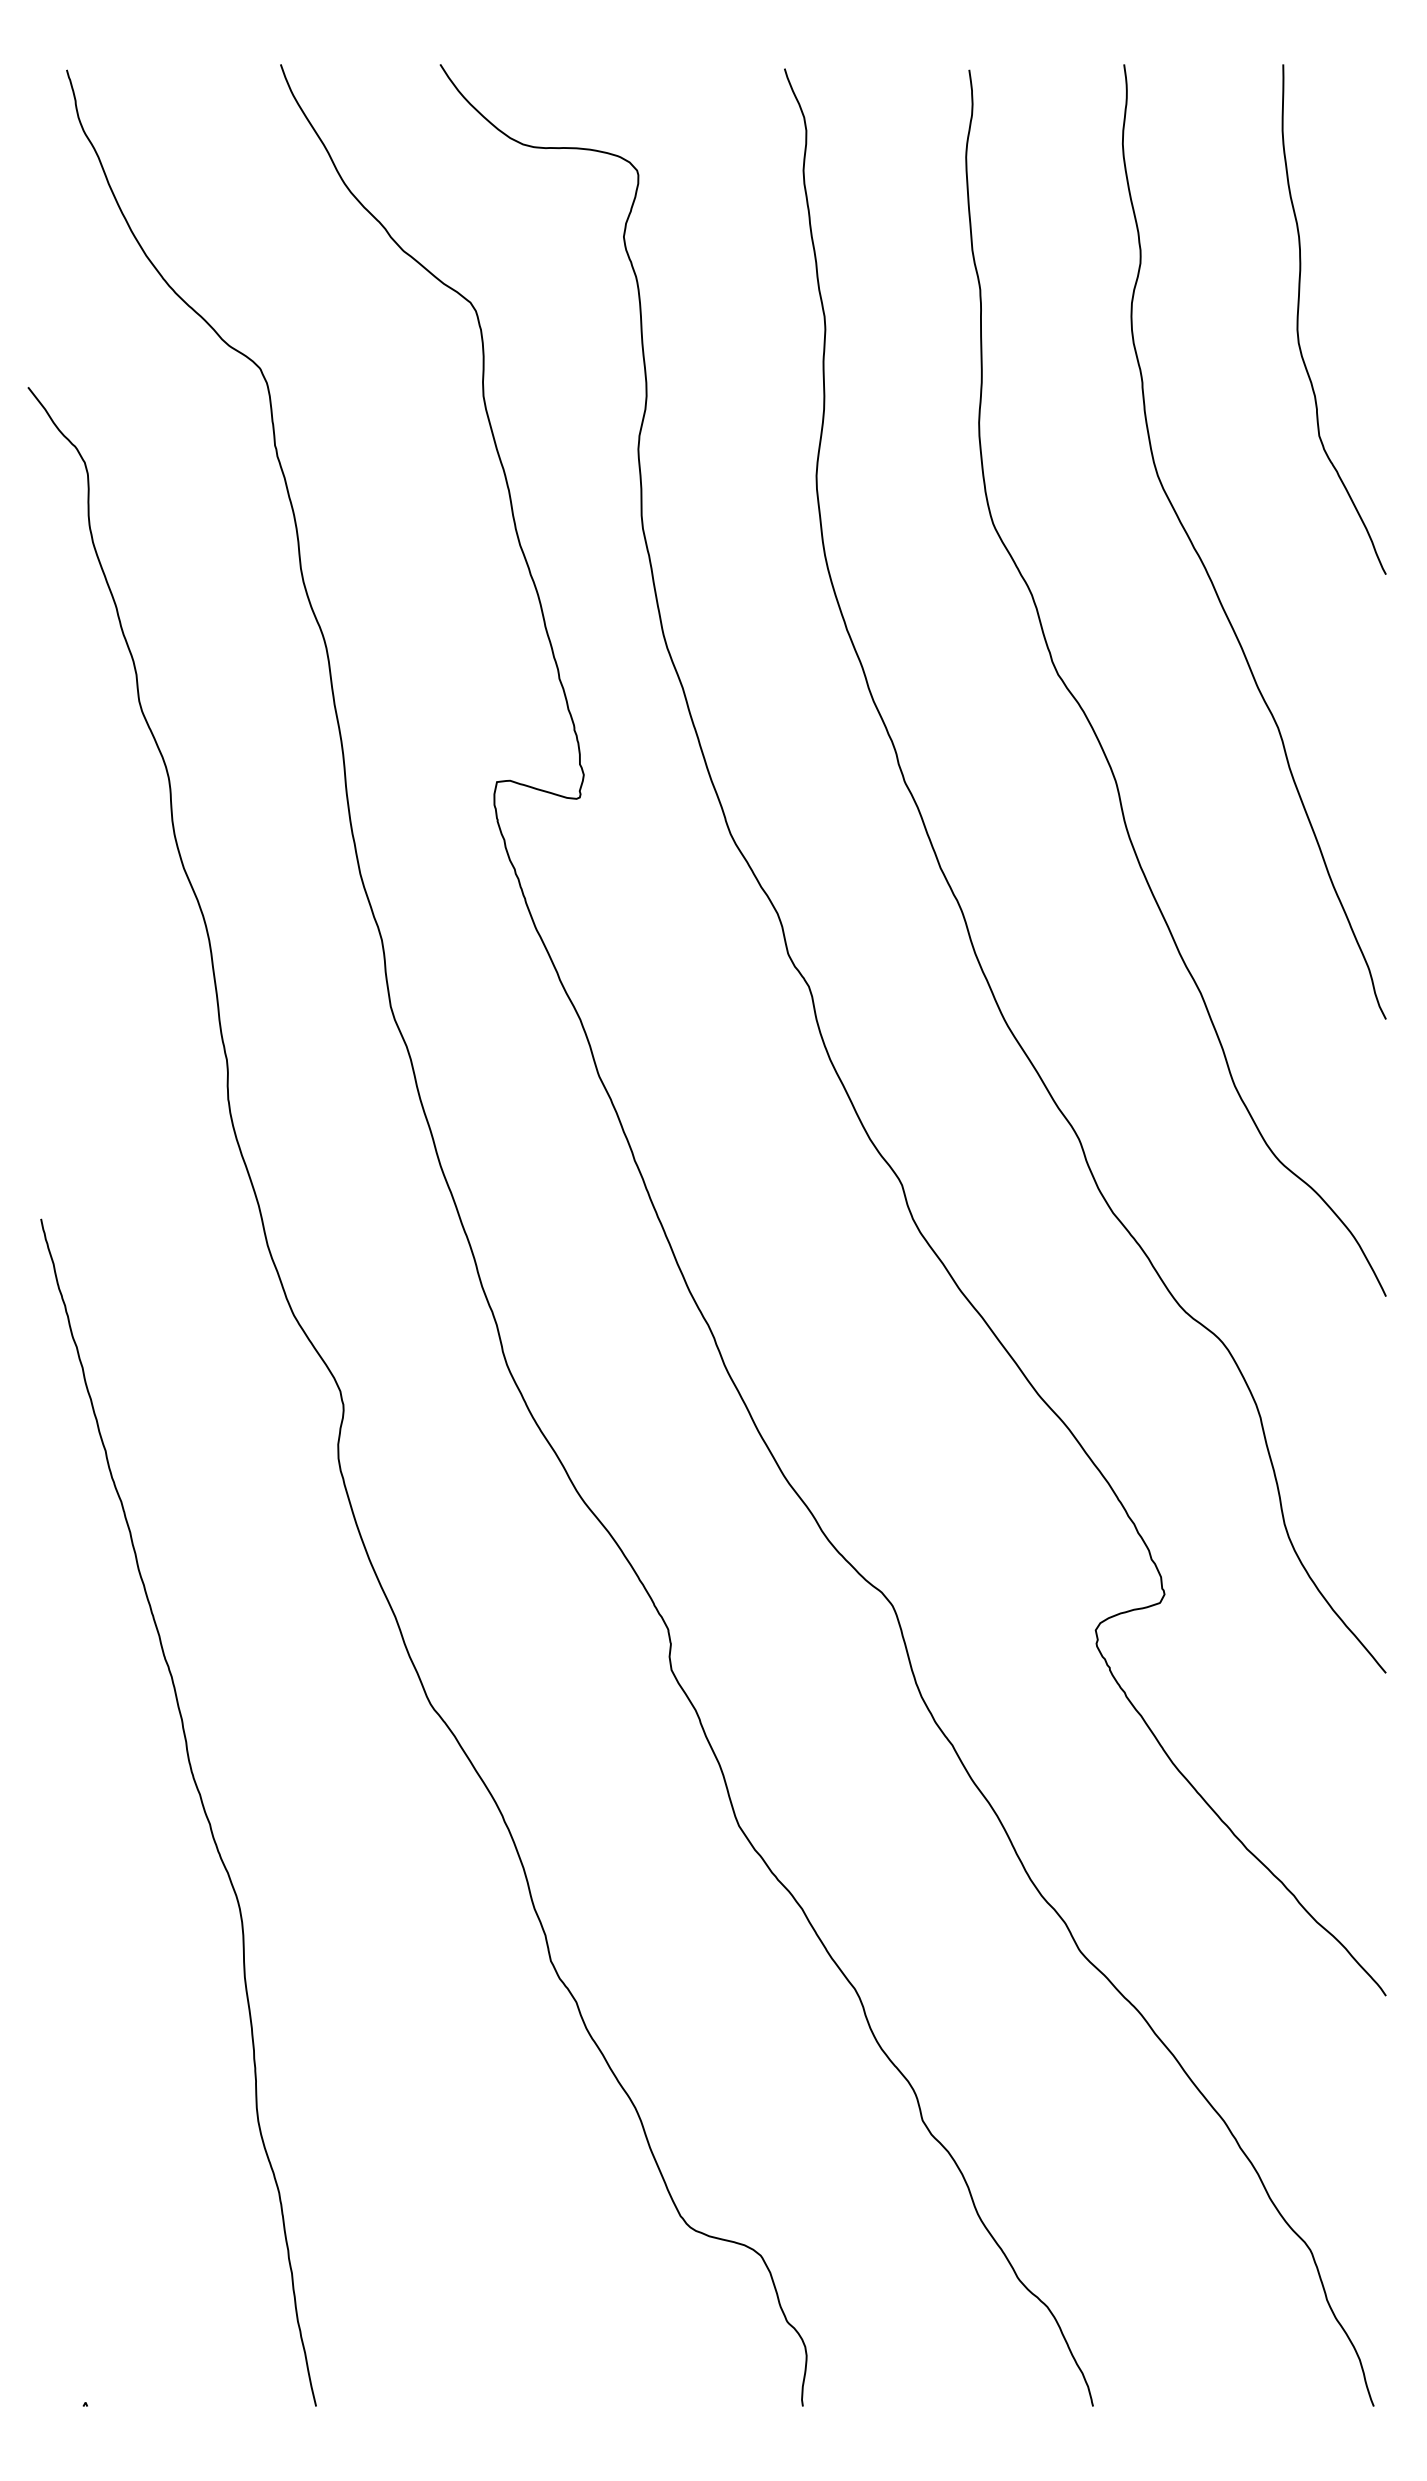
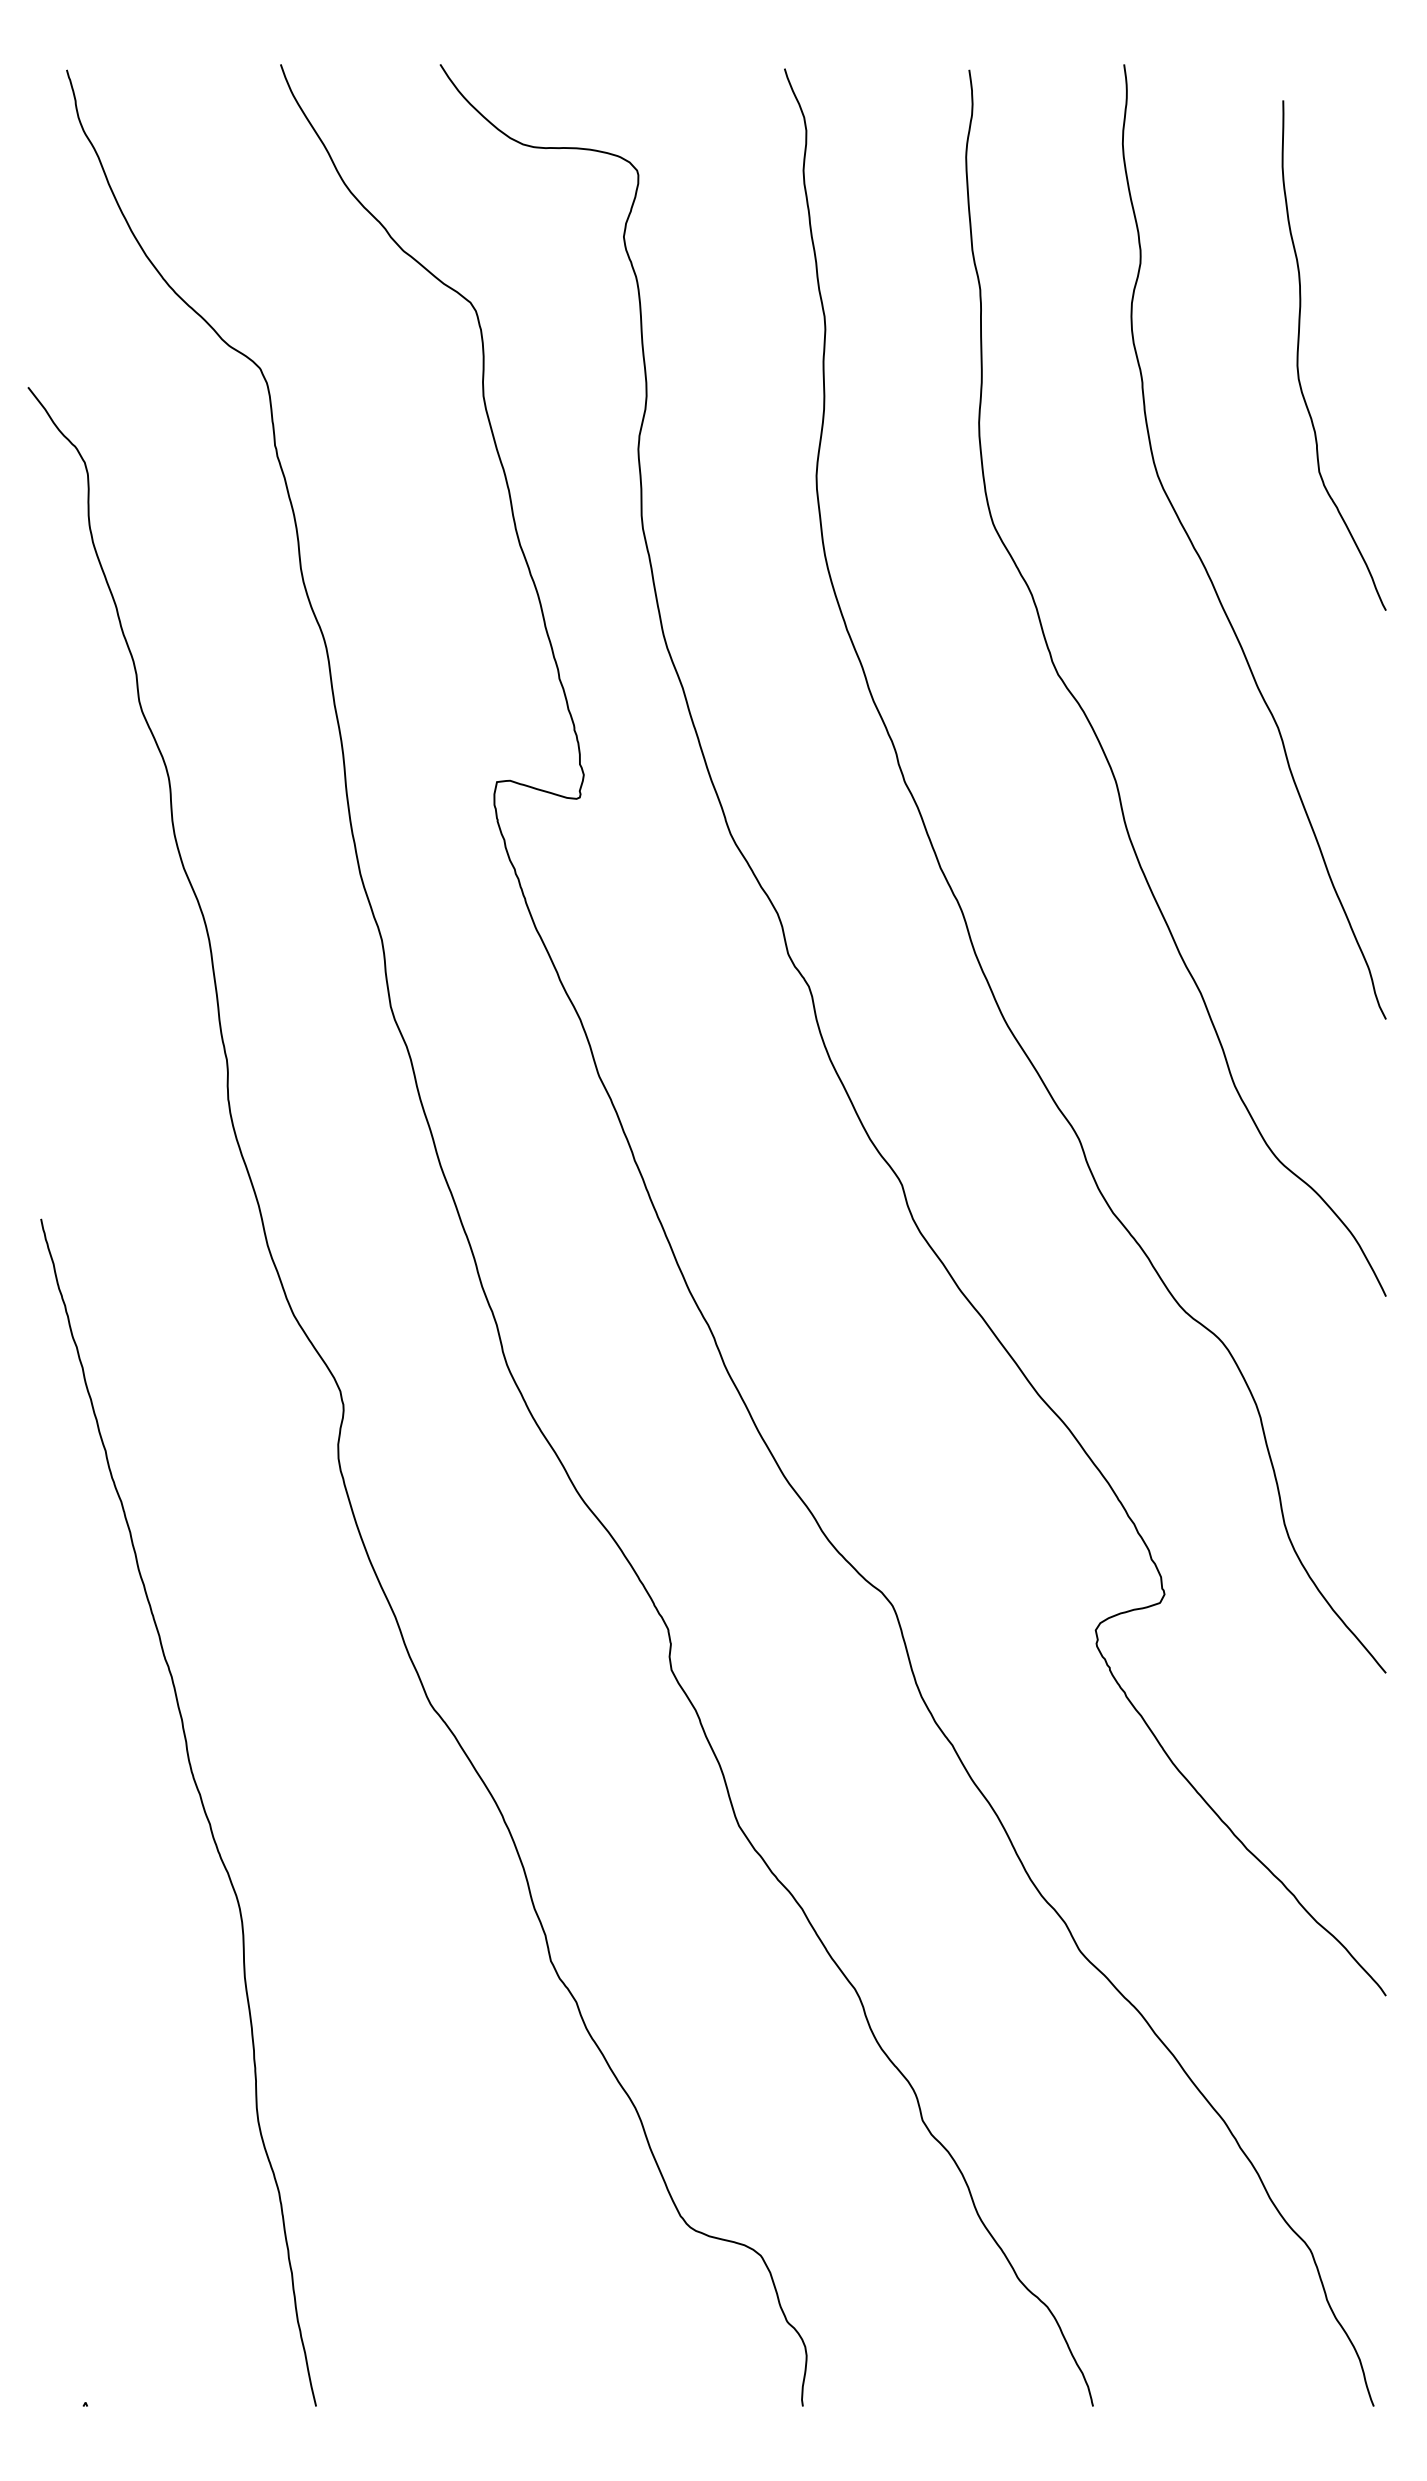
curve at (1298, 319) position: (1298, 319) -> (1298, 355)
